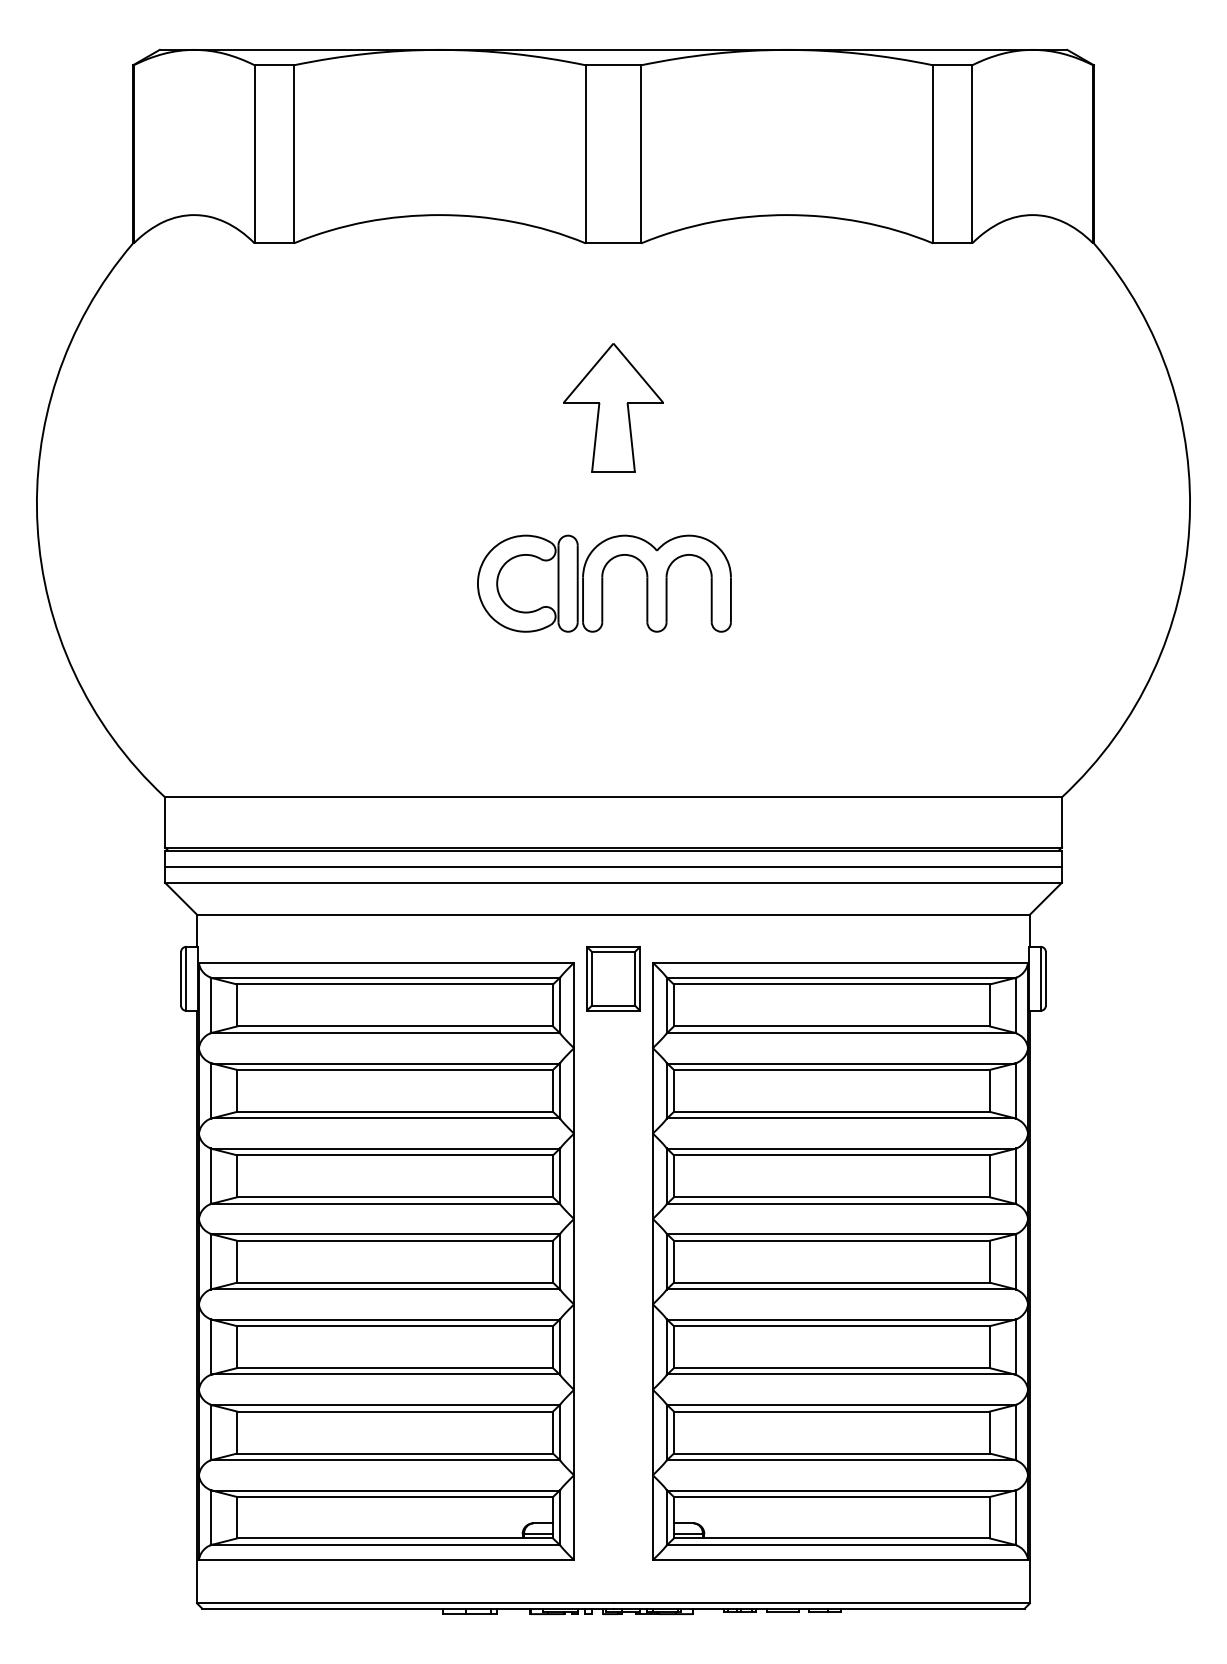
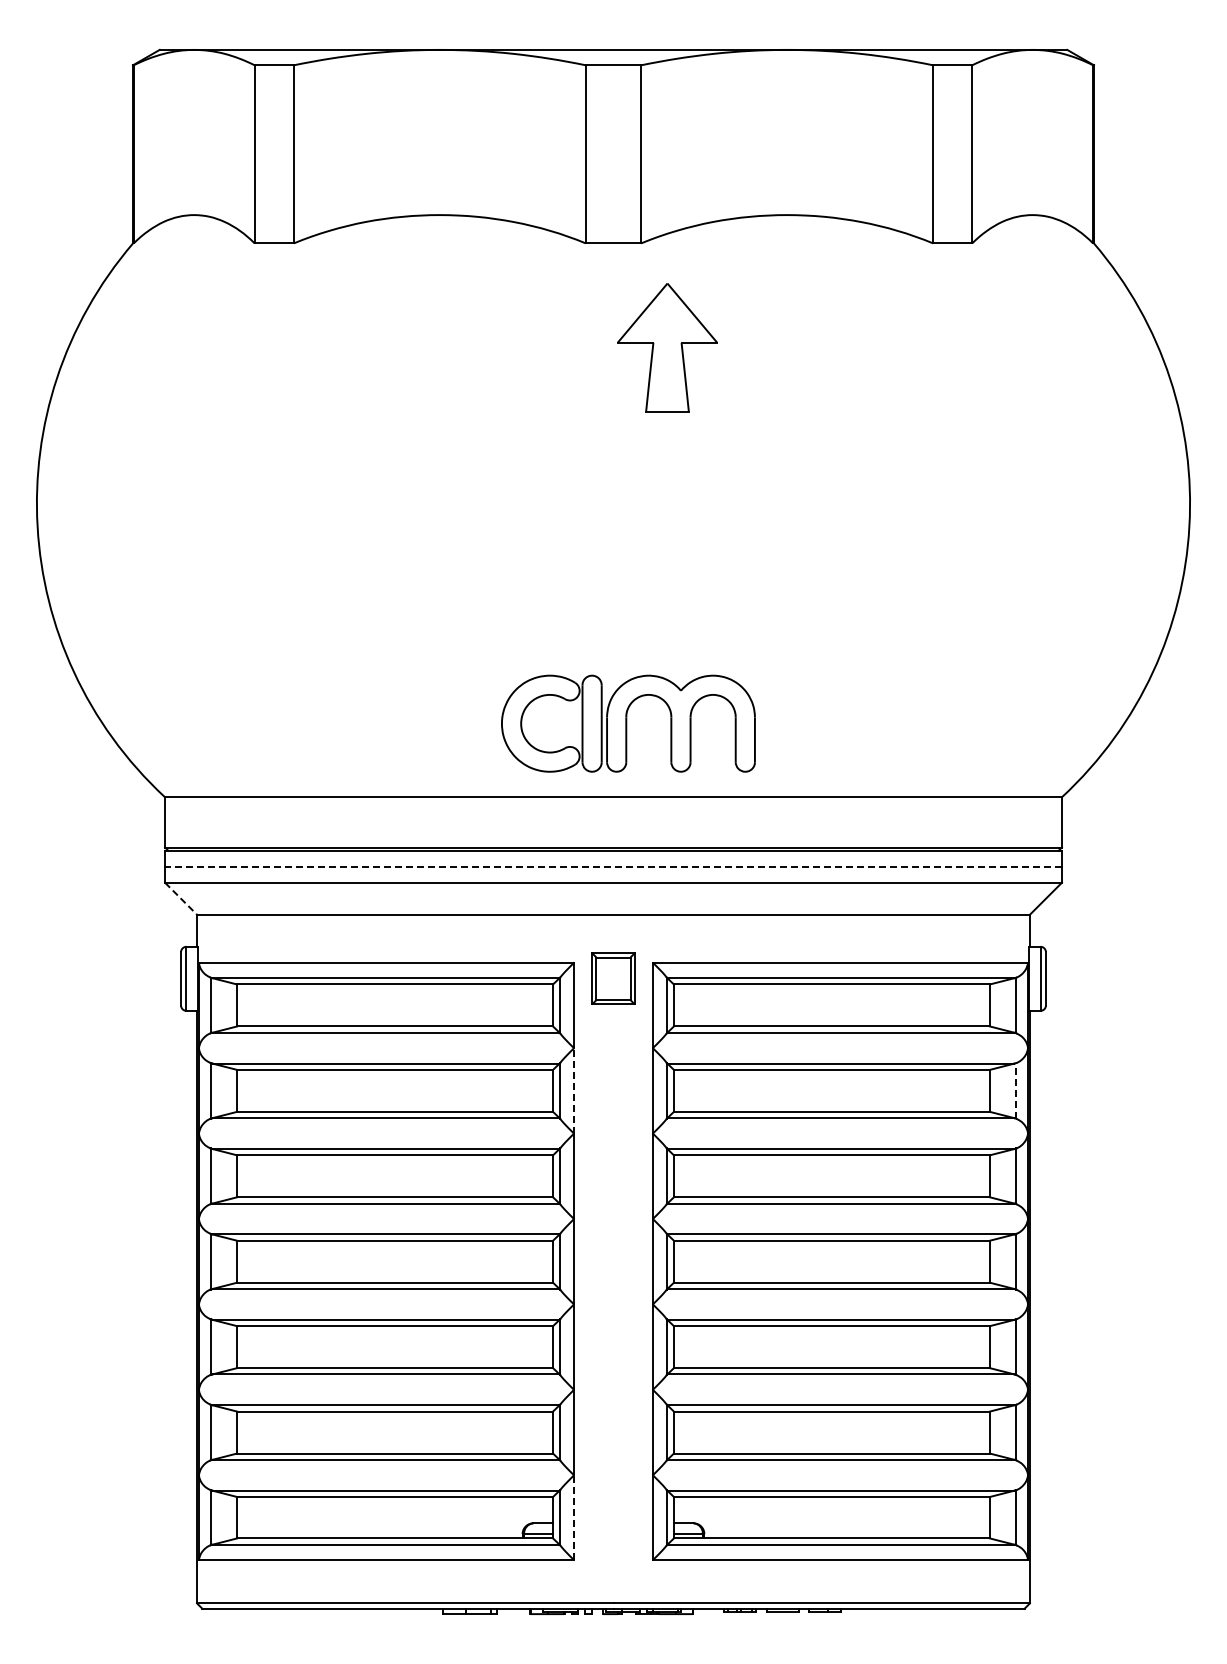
part at (613, 407) position: (613, 407) -> (667, 347)
part at (604, 583) position: (604, 583) -> (628, 723)
line at (613, 866): solid -> dashed
line at (181, 898): solid -> dashed
part at (613, 978) size: 55x66 px -> 45x53 px
line at (574, 1090): solid -> dashed
line at (1016, 1090): solid -> dashed
line at (574, 1517): solid -> dashed
